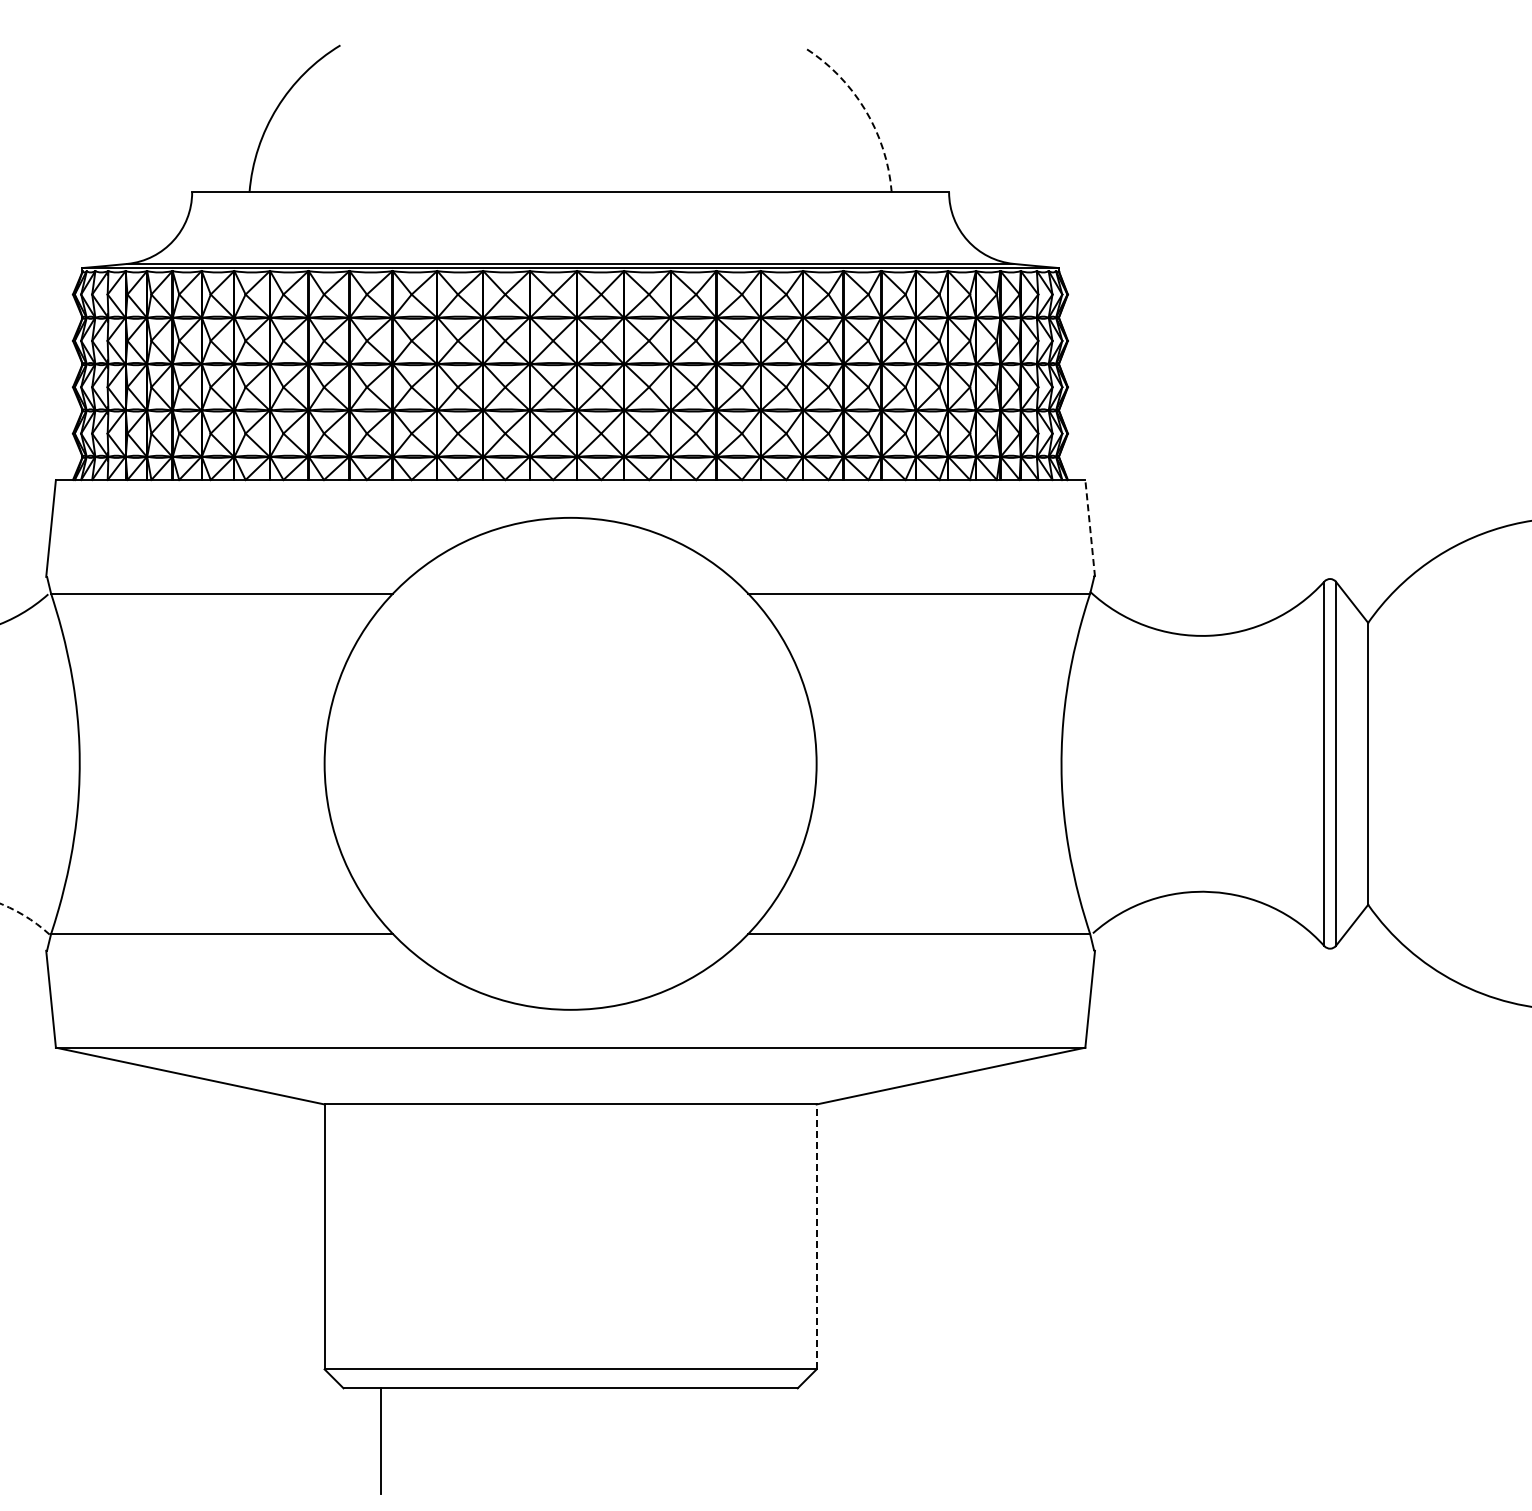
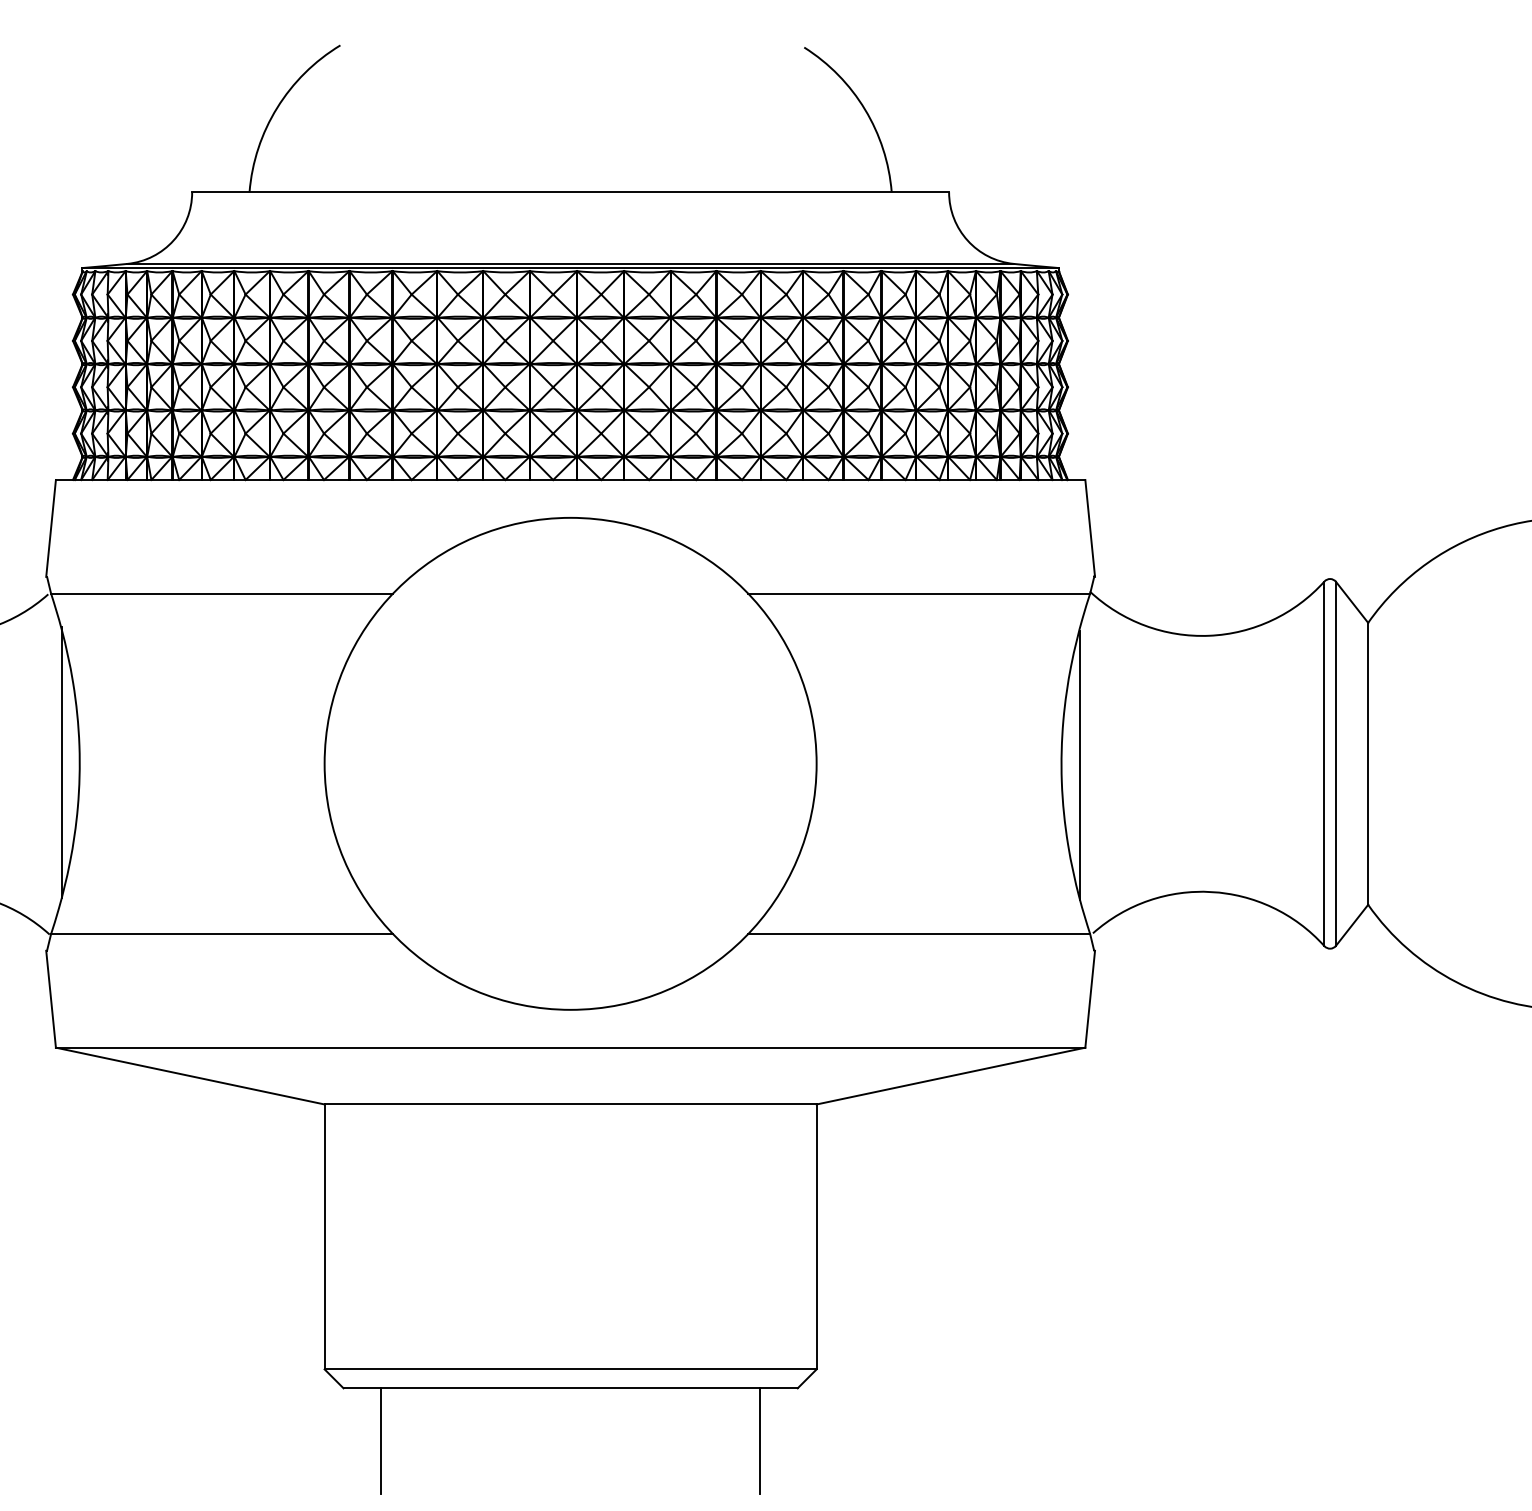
arc at (865, 109): dashed -> solid
line at (1090, 528): dashed -> solid
line at (61, 762): none -> present
line at (1079, 764): none -> present
arc at (27, 917): dashed -> solid
line at (816, 1236): dashed -> solid
line at (759, 1441): none -> present
